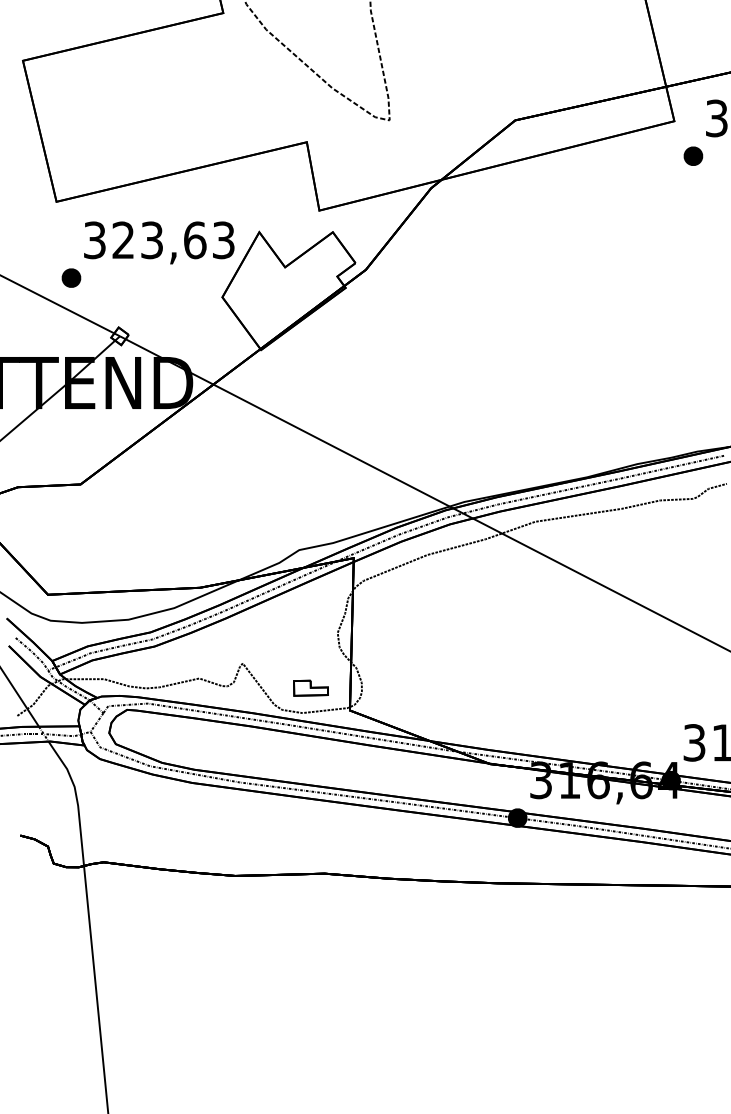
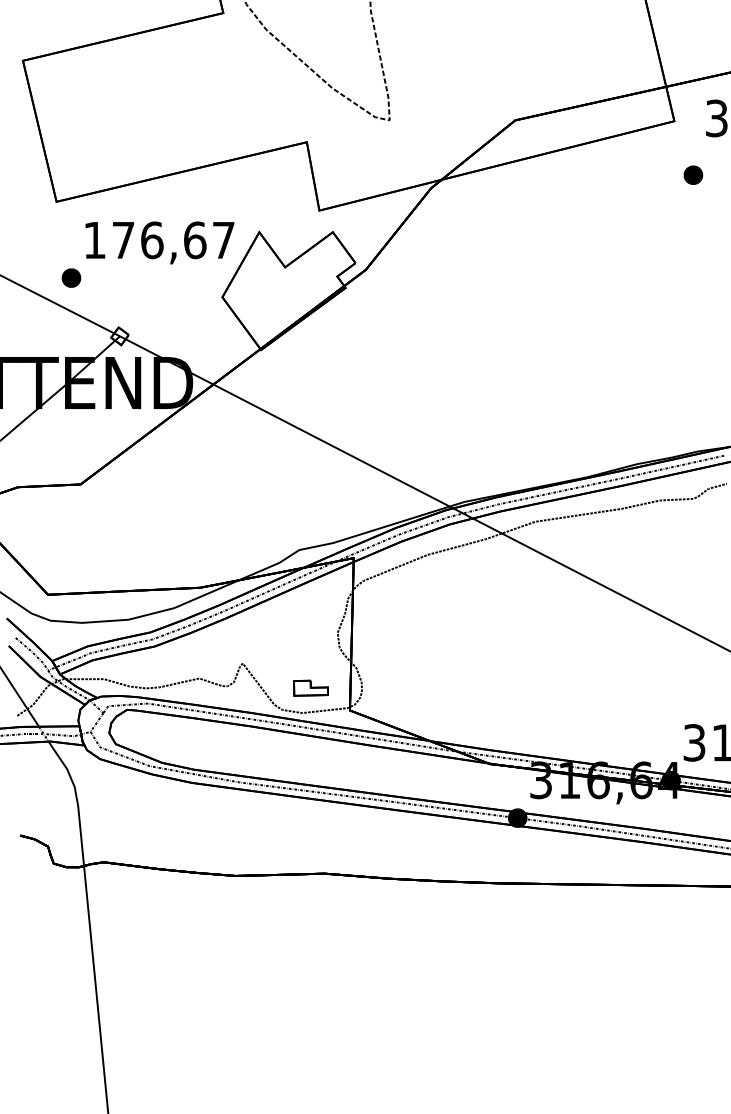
part at (693, 155) position: (693, 155) -> (693, 174)
text at (159, 240): 323,63 -> 176,67
